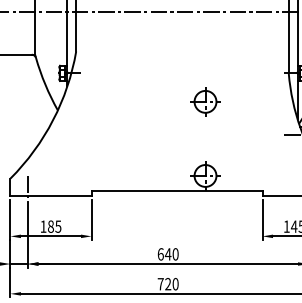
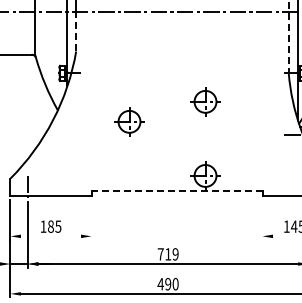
line at (76, 31): solid -> dashed
line at (288, 37): solid -> dashed
part at (129, 121): none -> present
line at (176, 190): solid -> dashed
line at (91, 219): present -> none
line at (262, 219): present -> none
line at (50, 236): present -> none
line at (285, 236): present -> none
text at (167, 254): 640 -> 719
text at (164, 284): 720 -> 490
